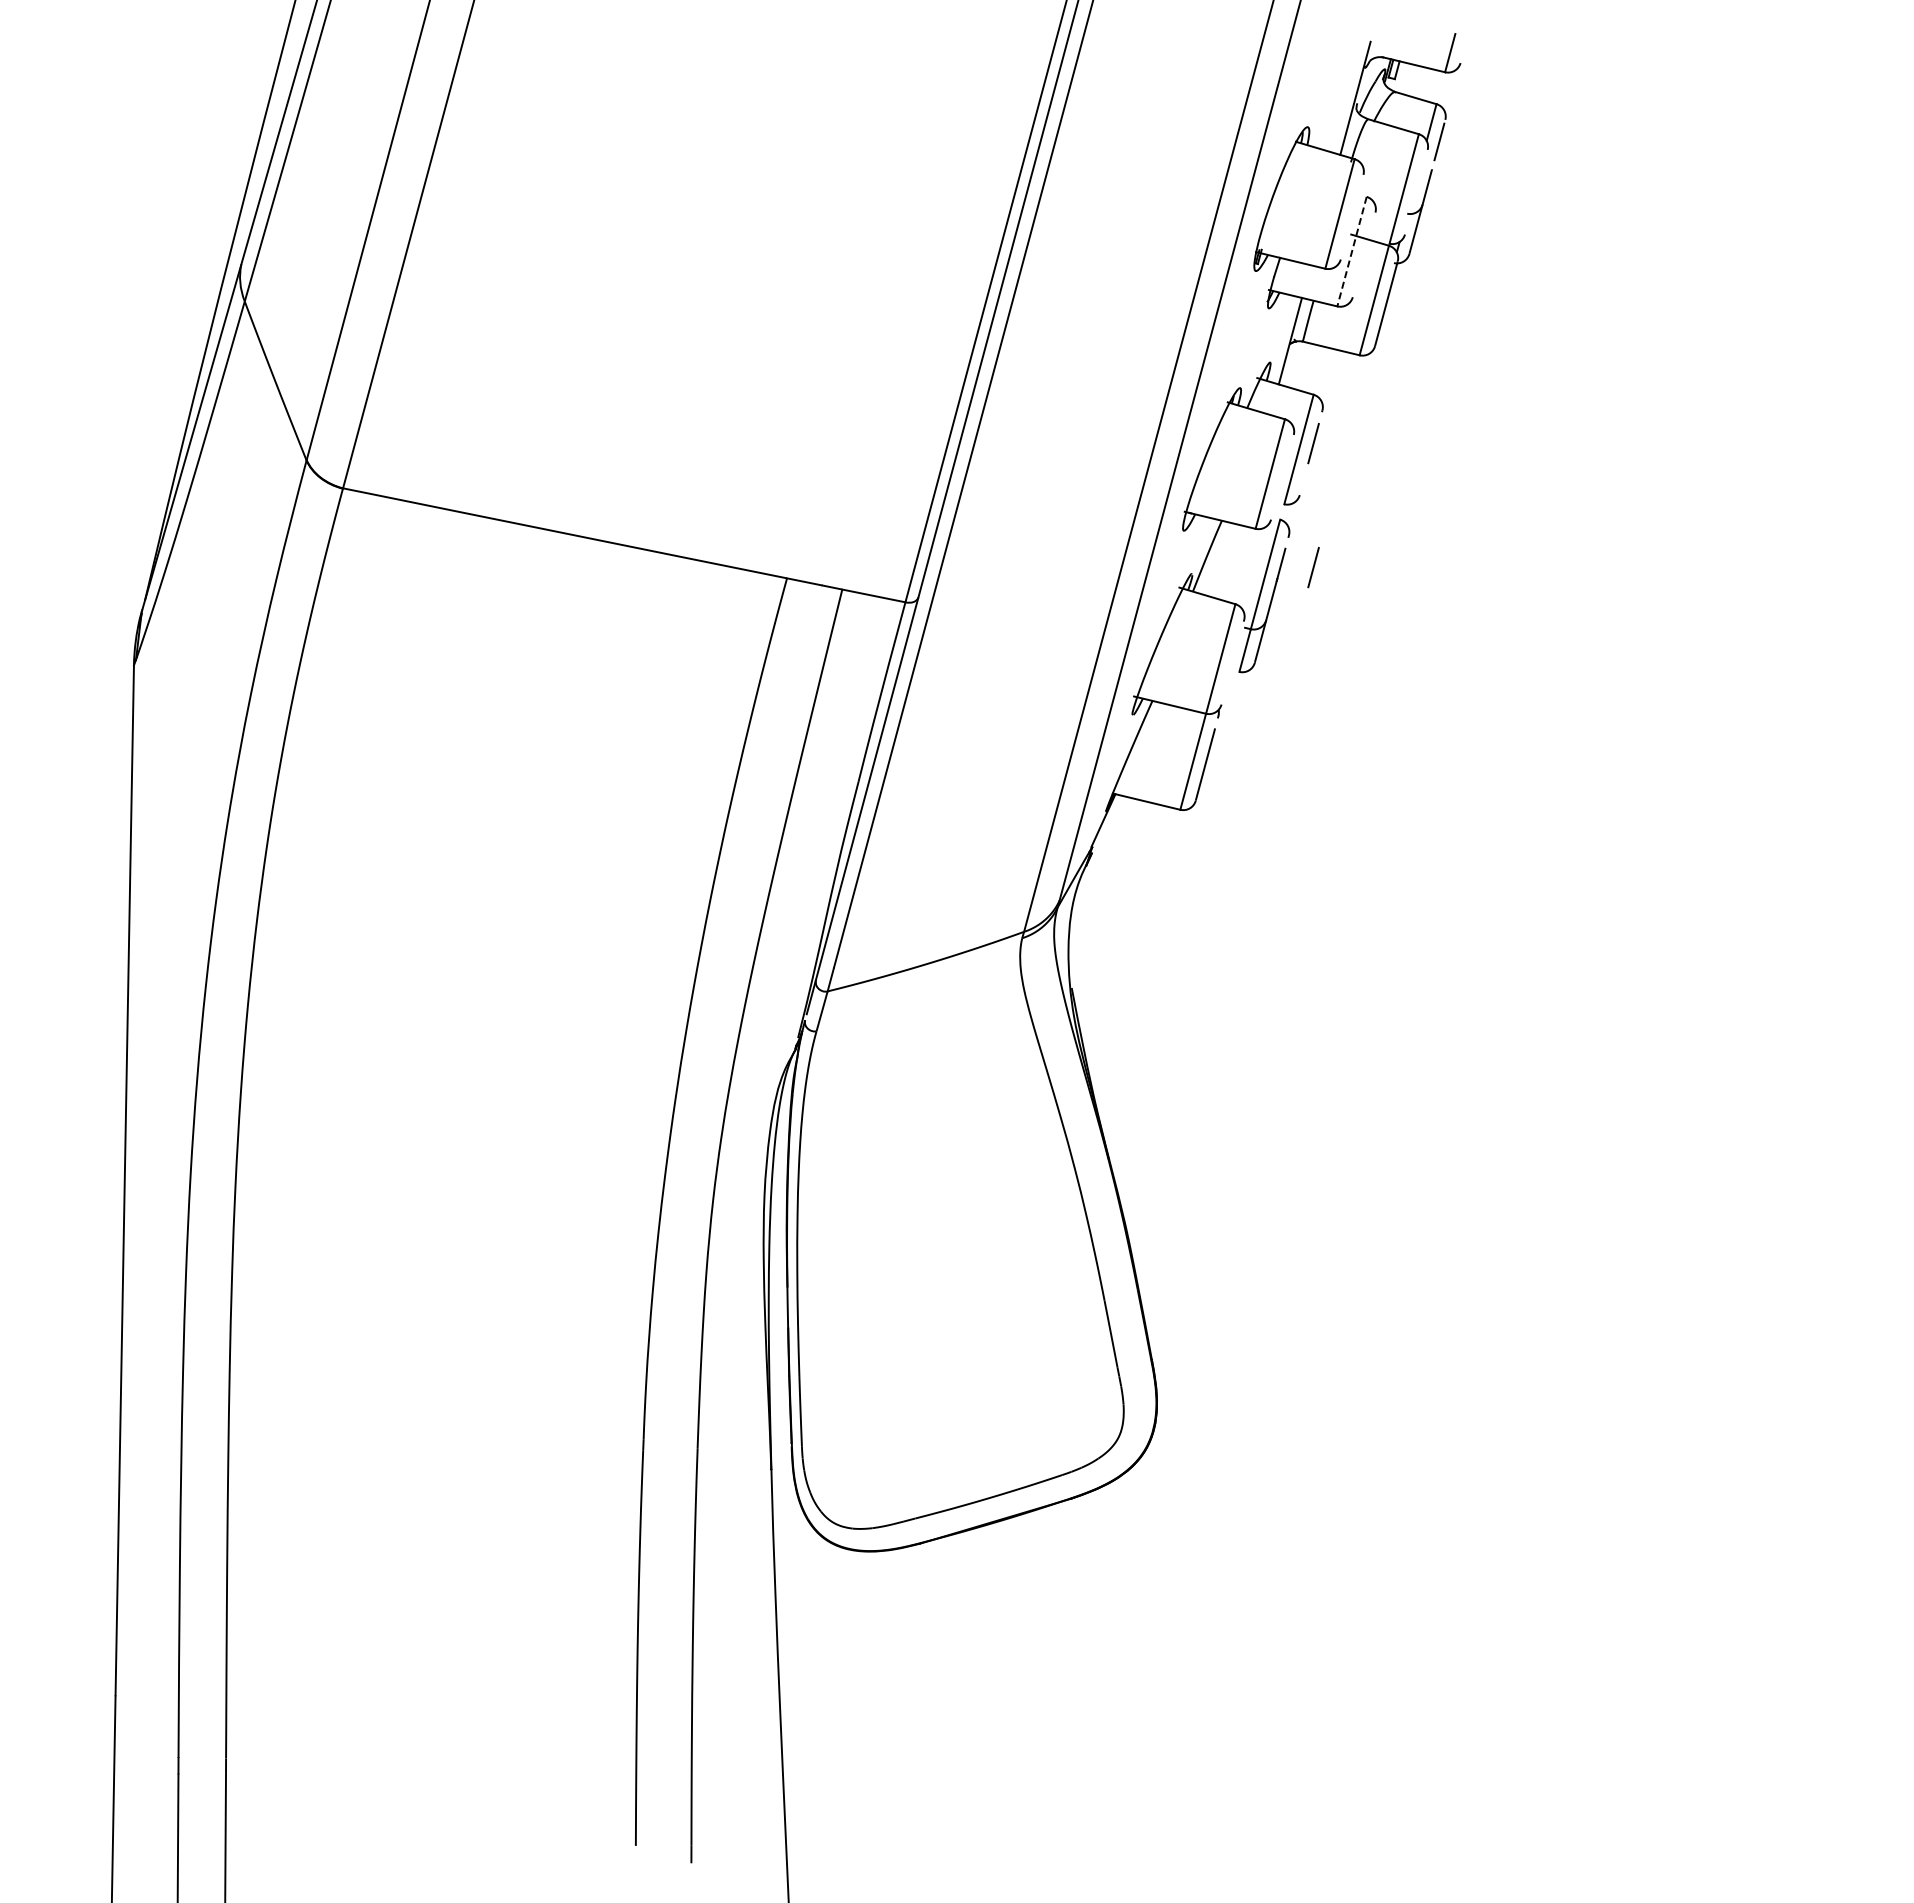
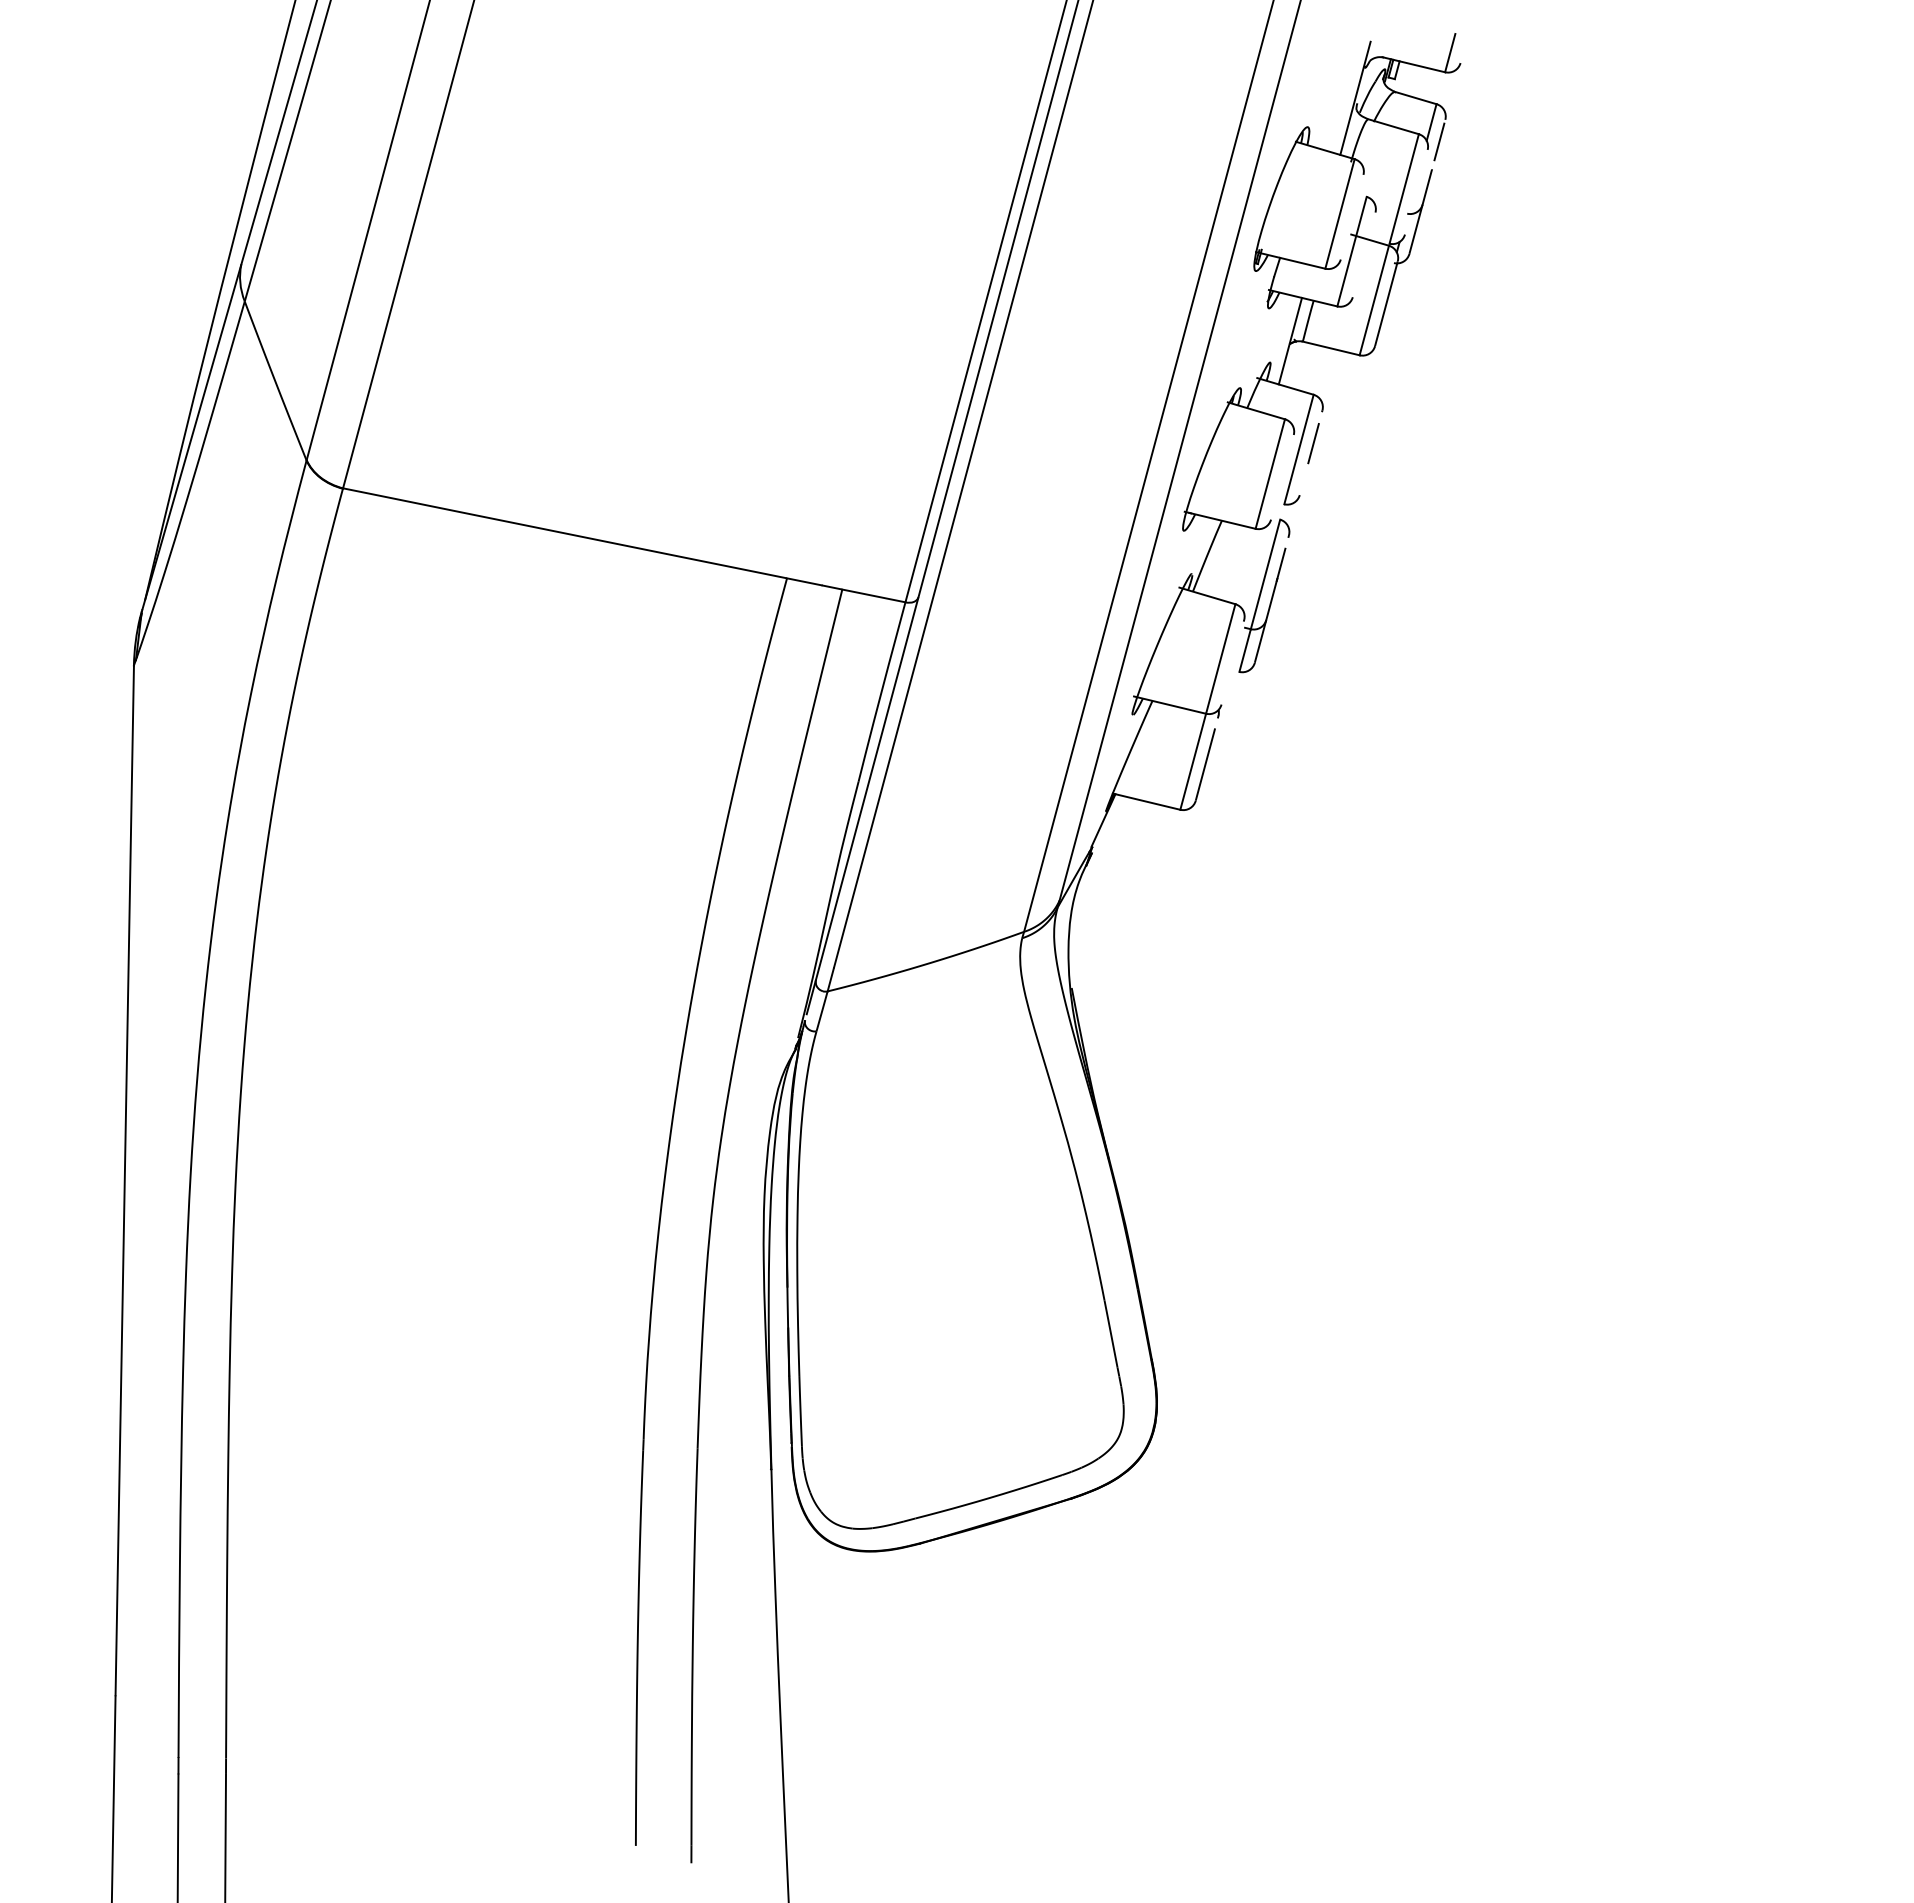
line at (1352, 251): dashed -> solid
line at (1313, 567): present -> none
